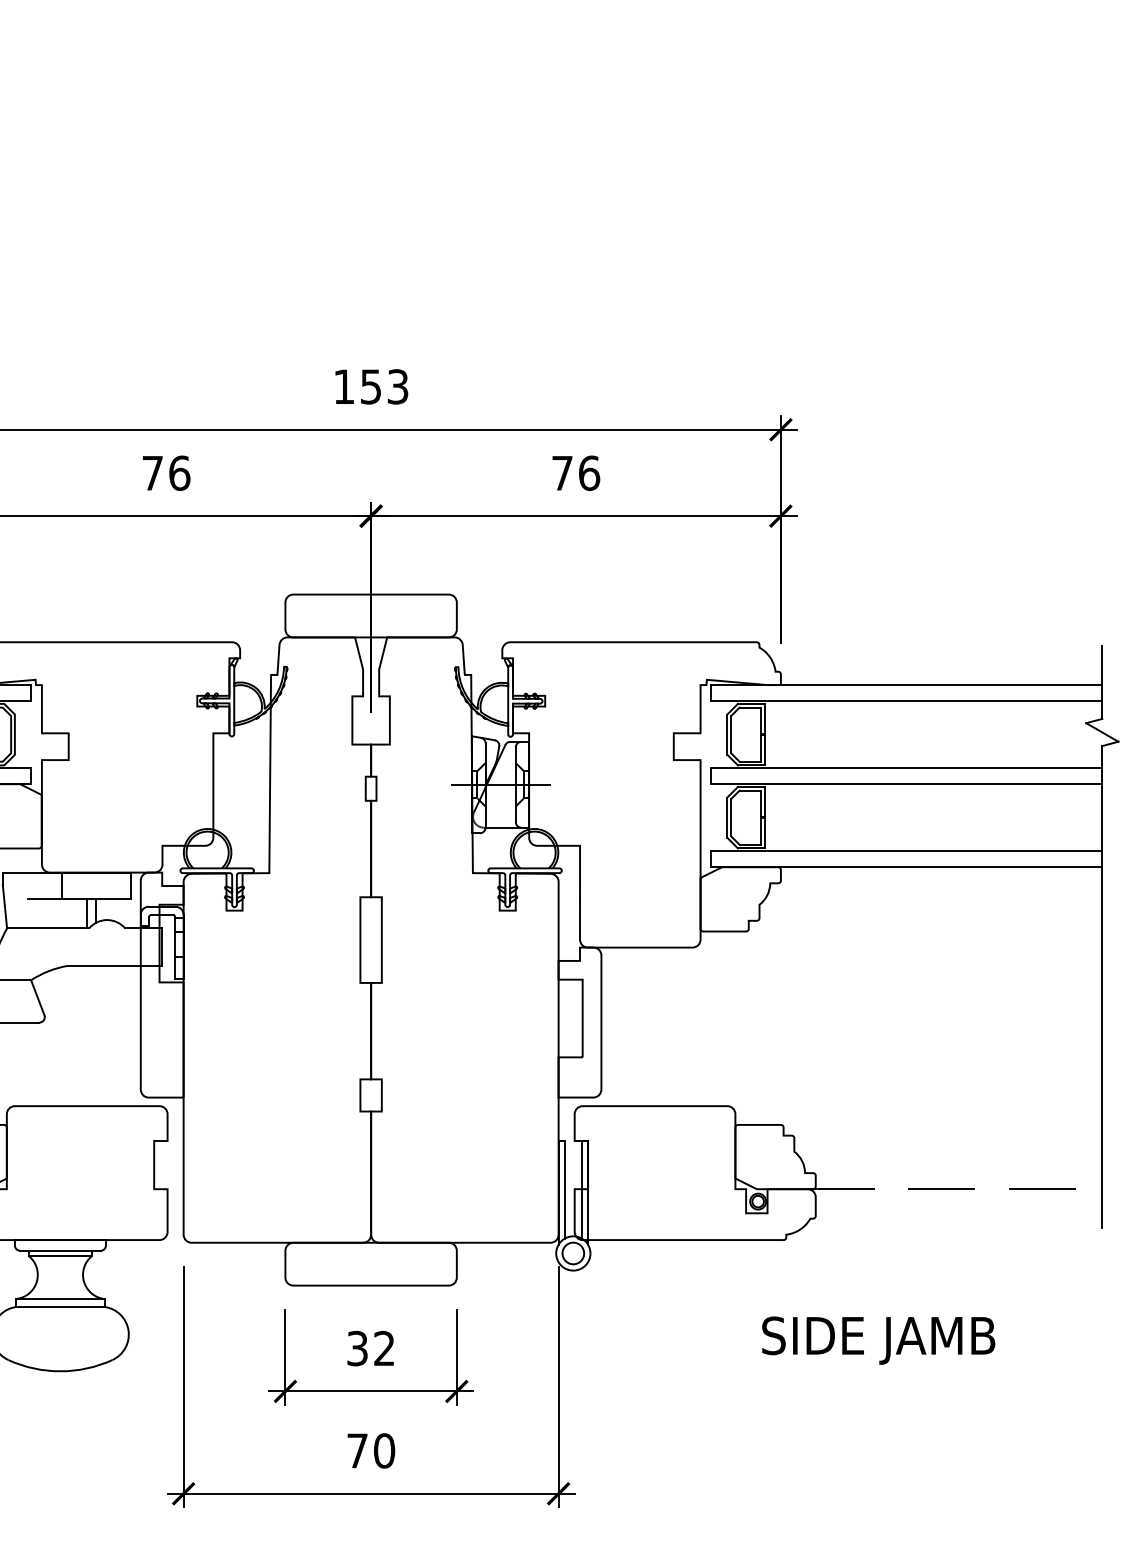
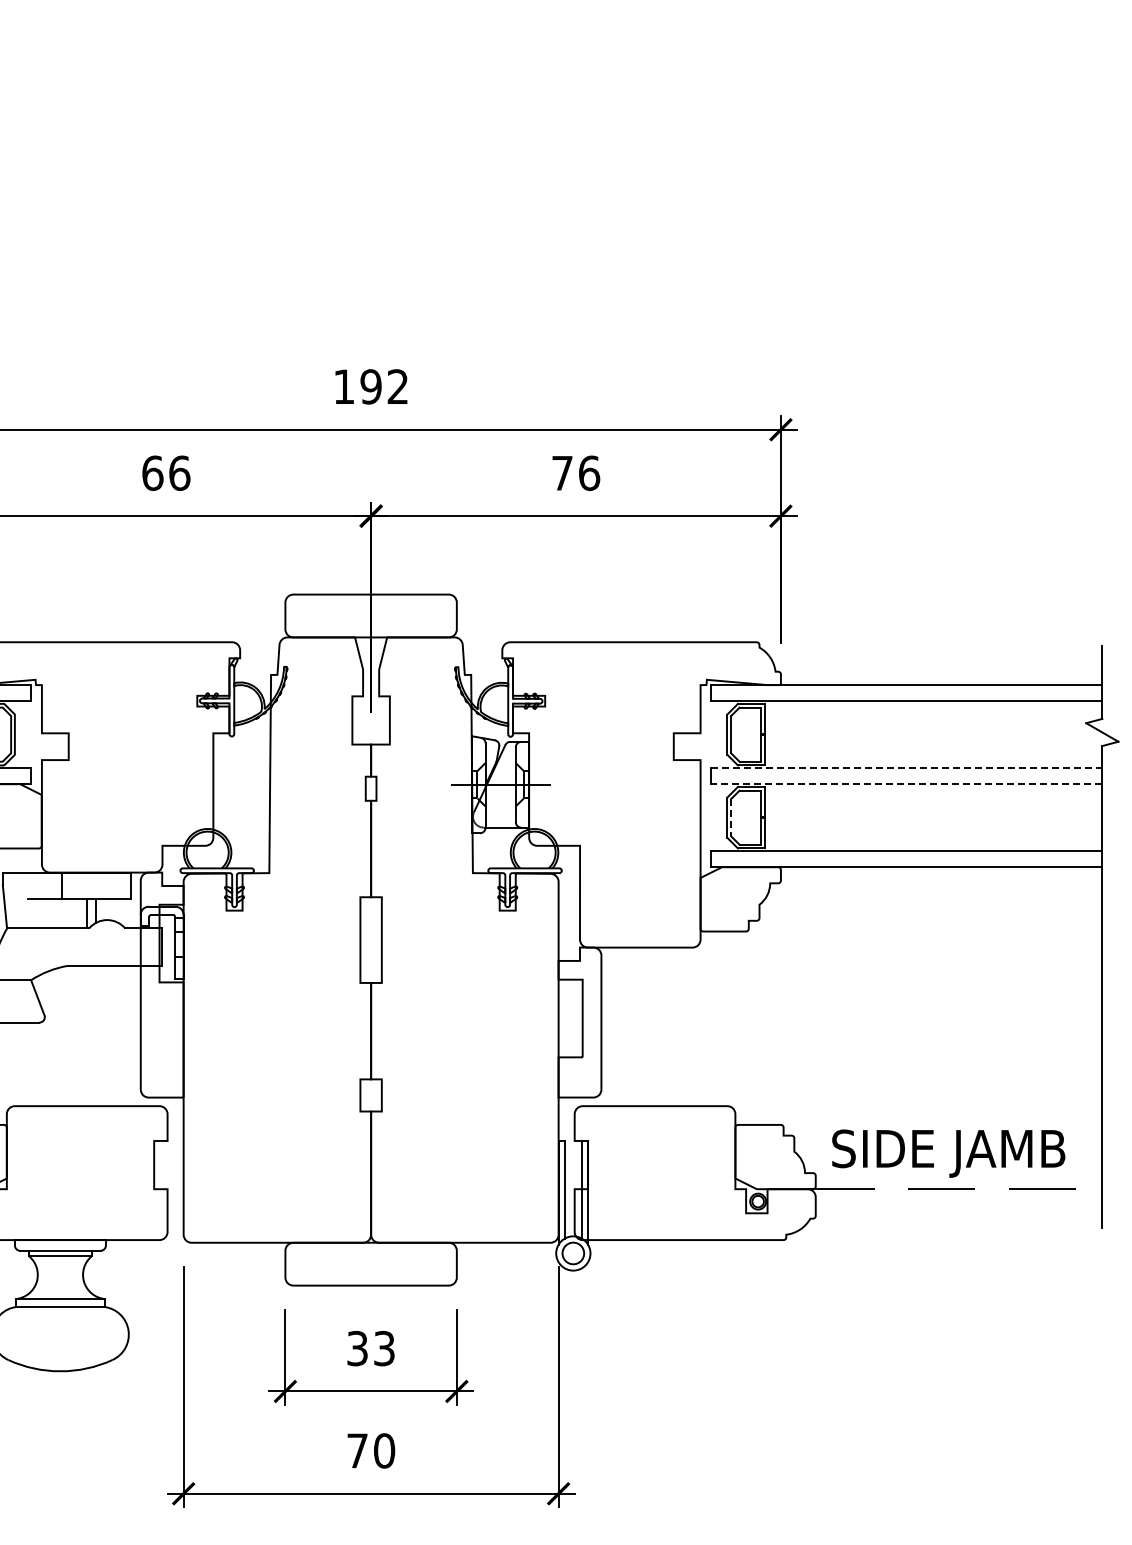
text at (384, 386): 153 -> 192
text at (152, 472): 76 -> 66
line at (906, 768): solid -> dashed
line at (906, 784): solid -> dashed
line at (731, 817): solid -> dashed
text at (878, 1340) position: (878, 1340) -> (948, 1153)
text at (384, 1348): 32 -> 33
